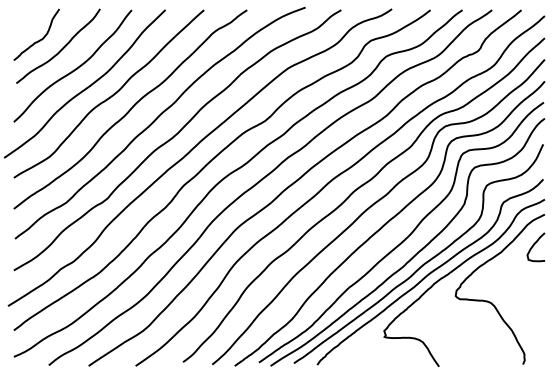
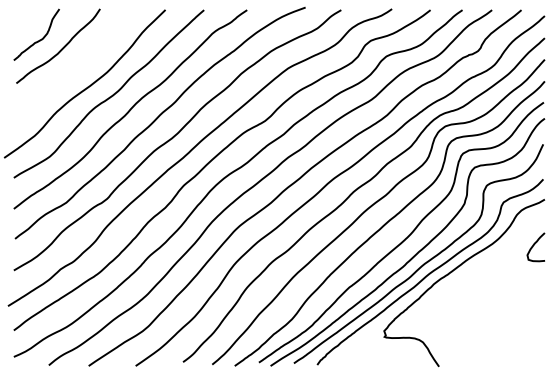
curve at (73, 69): present -> none
curve at (490, 301): present -> none
